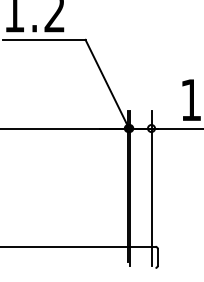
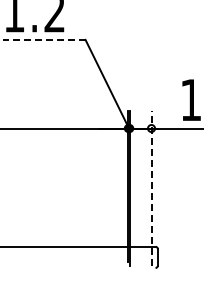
line at (43, 39): solid -> dashed
line at (151, 188): solid -> dashed
